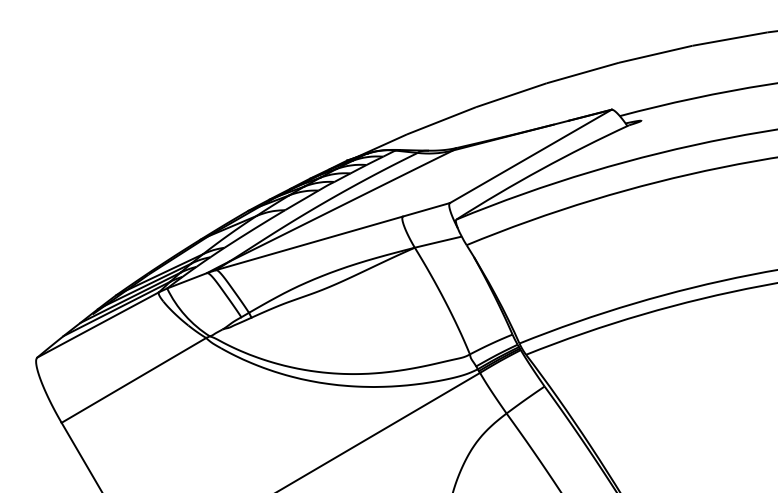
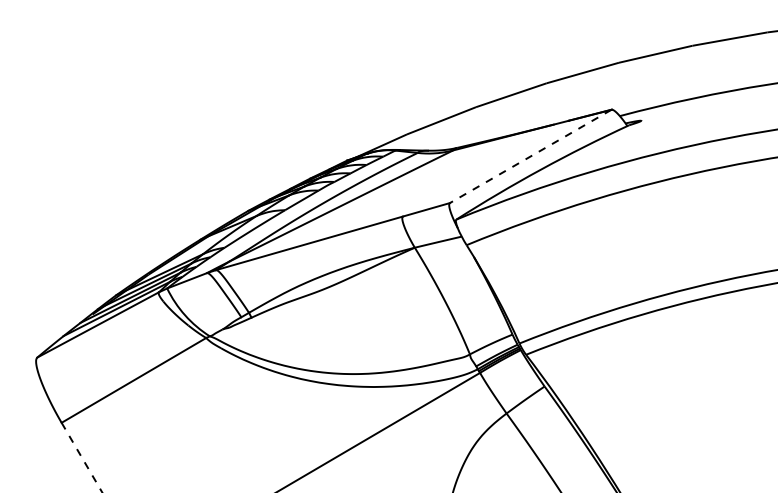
line at (530, 156): solid -> dashed
line at (82, 458): solid -> dashed
